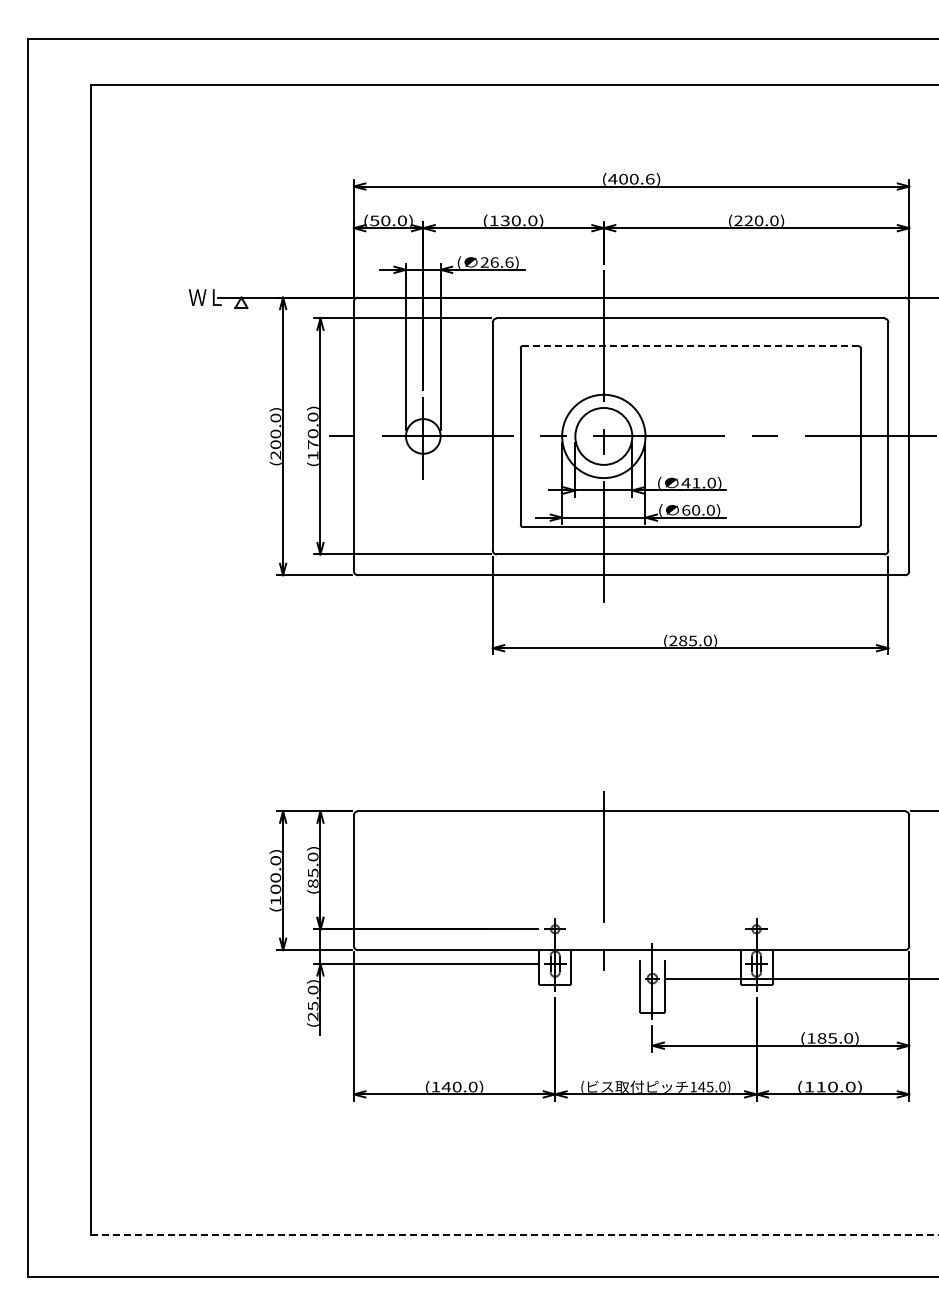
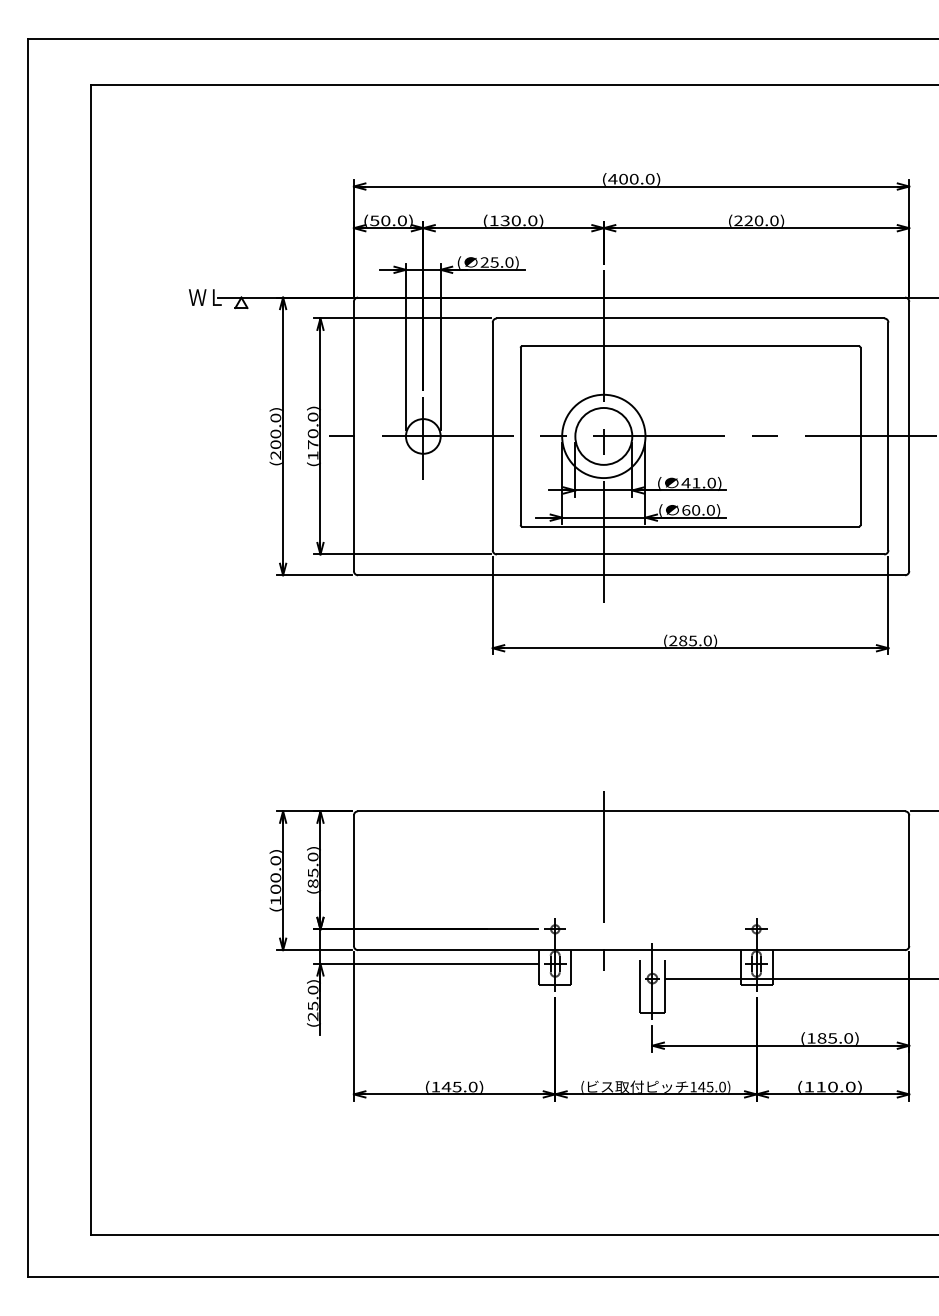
text at (649, 178): (400.6) -> (400.0)
text at (501, 262): 26.6) -> 25.0)
line at (690, 346): dashed -> solid
text at (456, 1086): (140.0) -> (145.0)
line at (514, 1234): dashed -> solid
